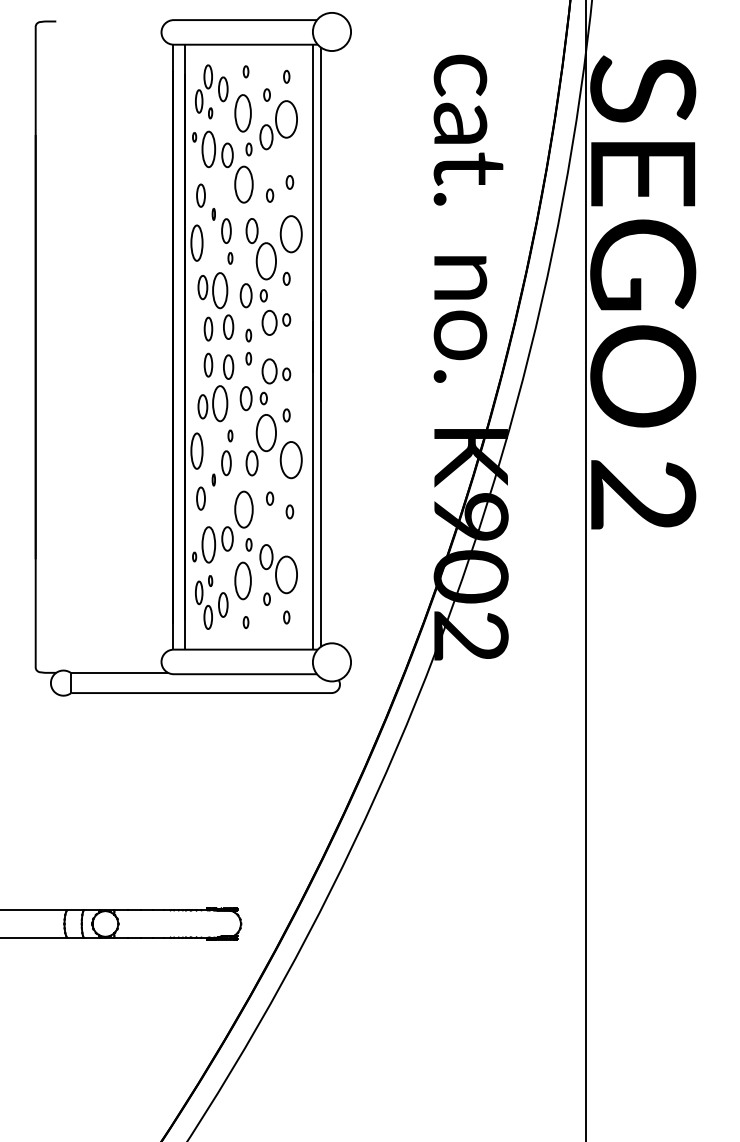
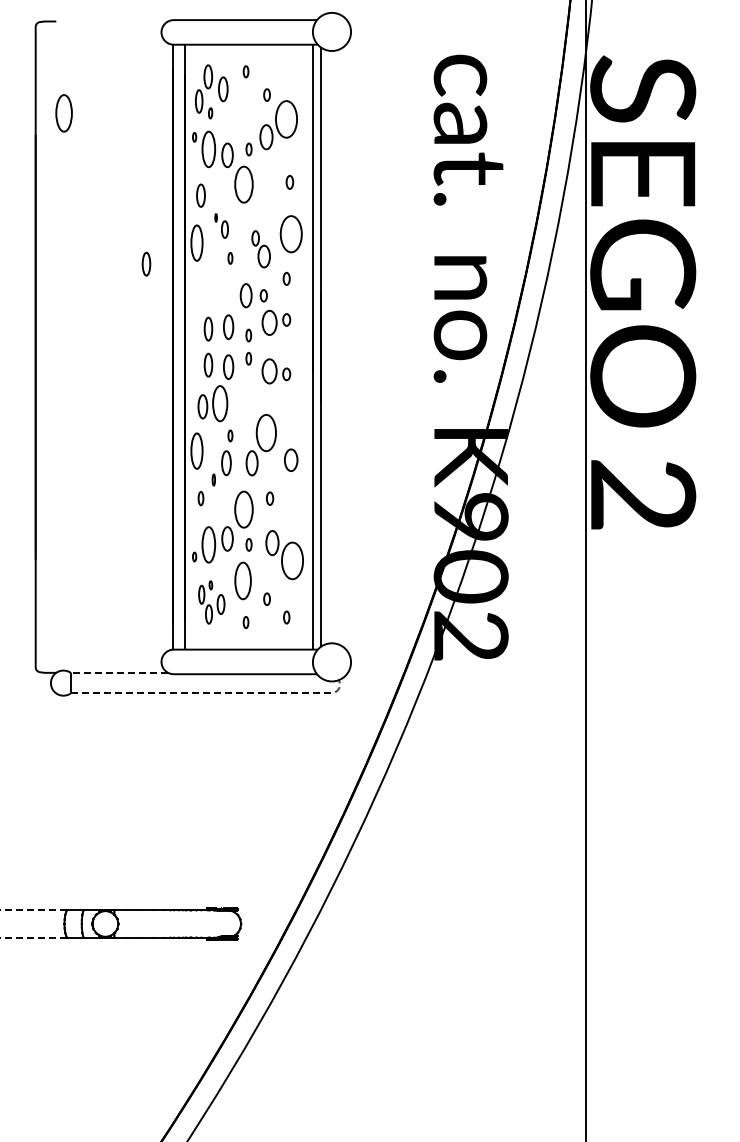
part at (286, 76): present -> none
part at (242, 113) position: (242, 113) -> (63, 113)
part at (270, 195): present -> none
part at (221, 225) size: 21x36 px -> 15x26 px
part at (260, 249) size: 32x63 px -> 20x39 px
part at (146, 263): none -> present
part at (212, 290): present -> none
part at (253, 398): present -> none
part at (286, 415): present -> none
part at (290, 460) size: 24x39 px -> 15x24 px
part at (200, 498) size: 10x25 px -> 8x16 px
part at (289, 511): present -> none
part at (278, 569) position: (278, 569) -> (284, 555)
part at (211, 602) size: 34x55 px -> 28x45 px
line at (119, 672): solid -> dashed
line at (217, 693): solid -> dashed
line at (33, 910): solid -> dashed
line at (33, 937): solid -> dashed
